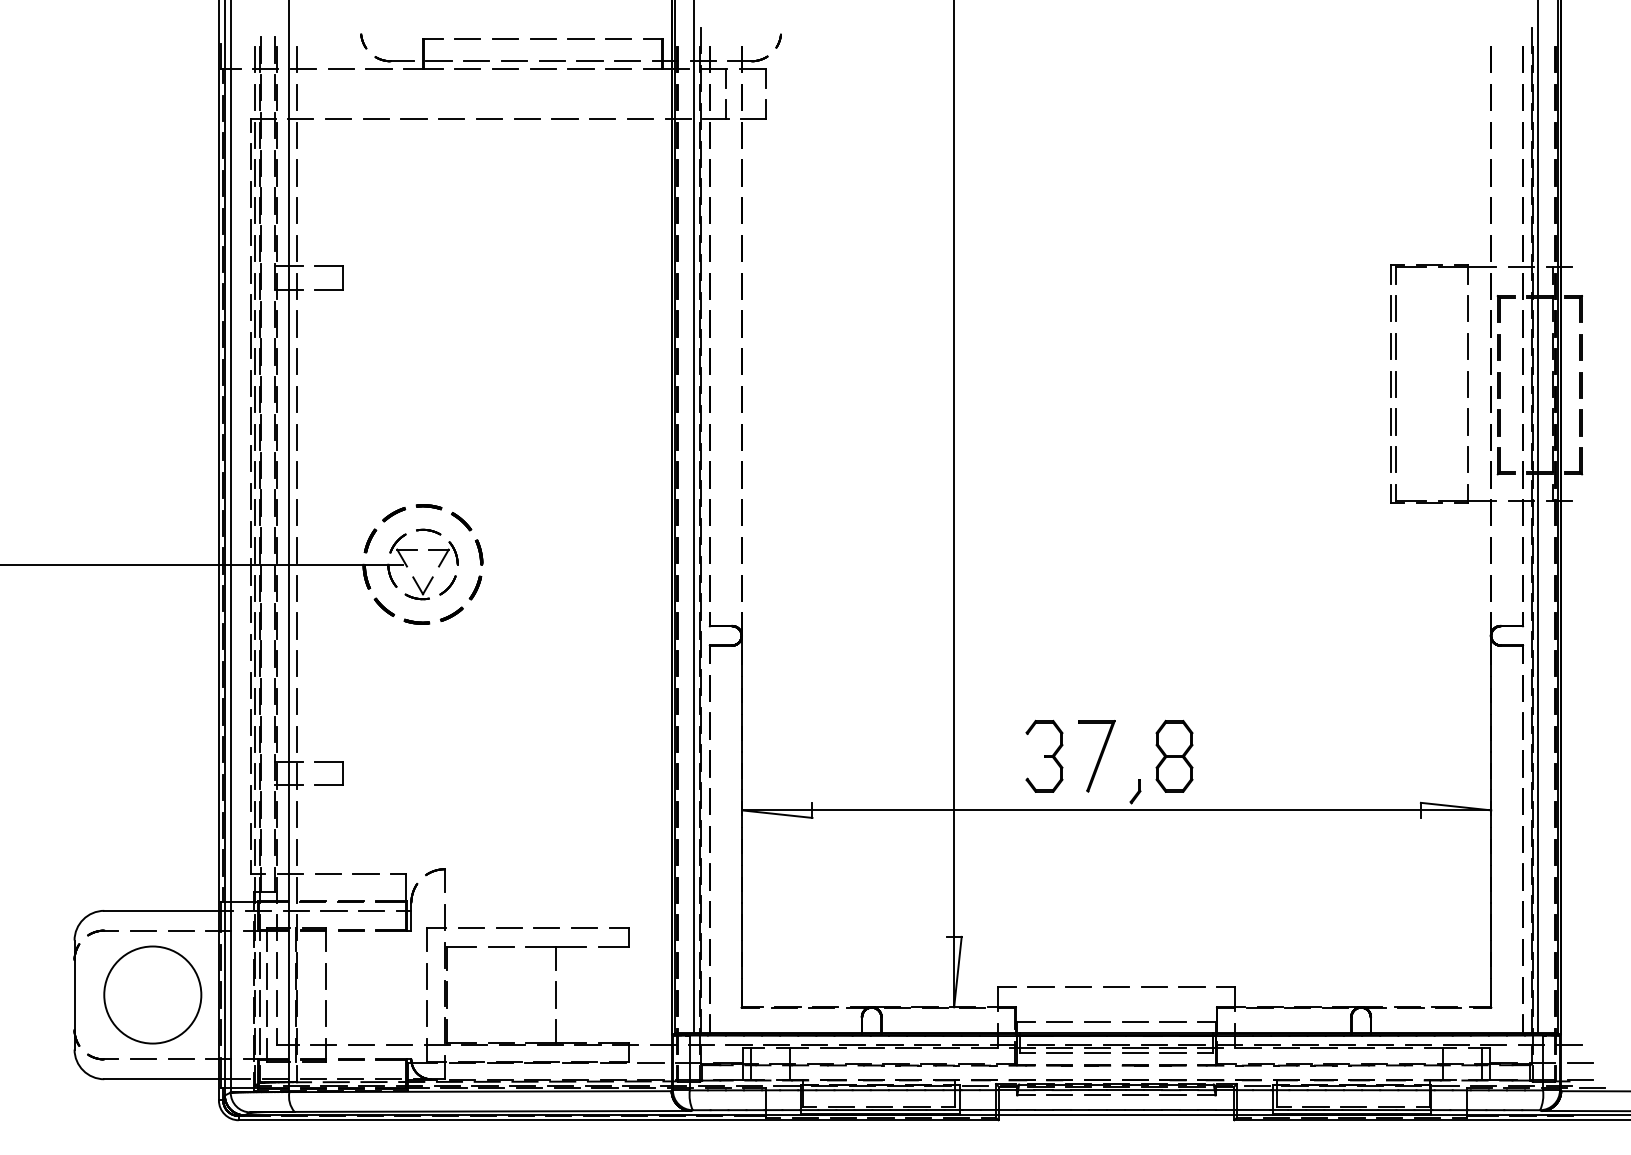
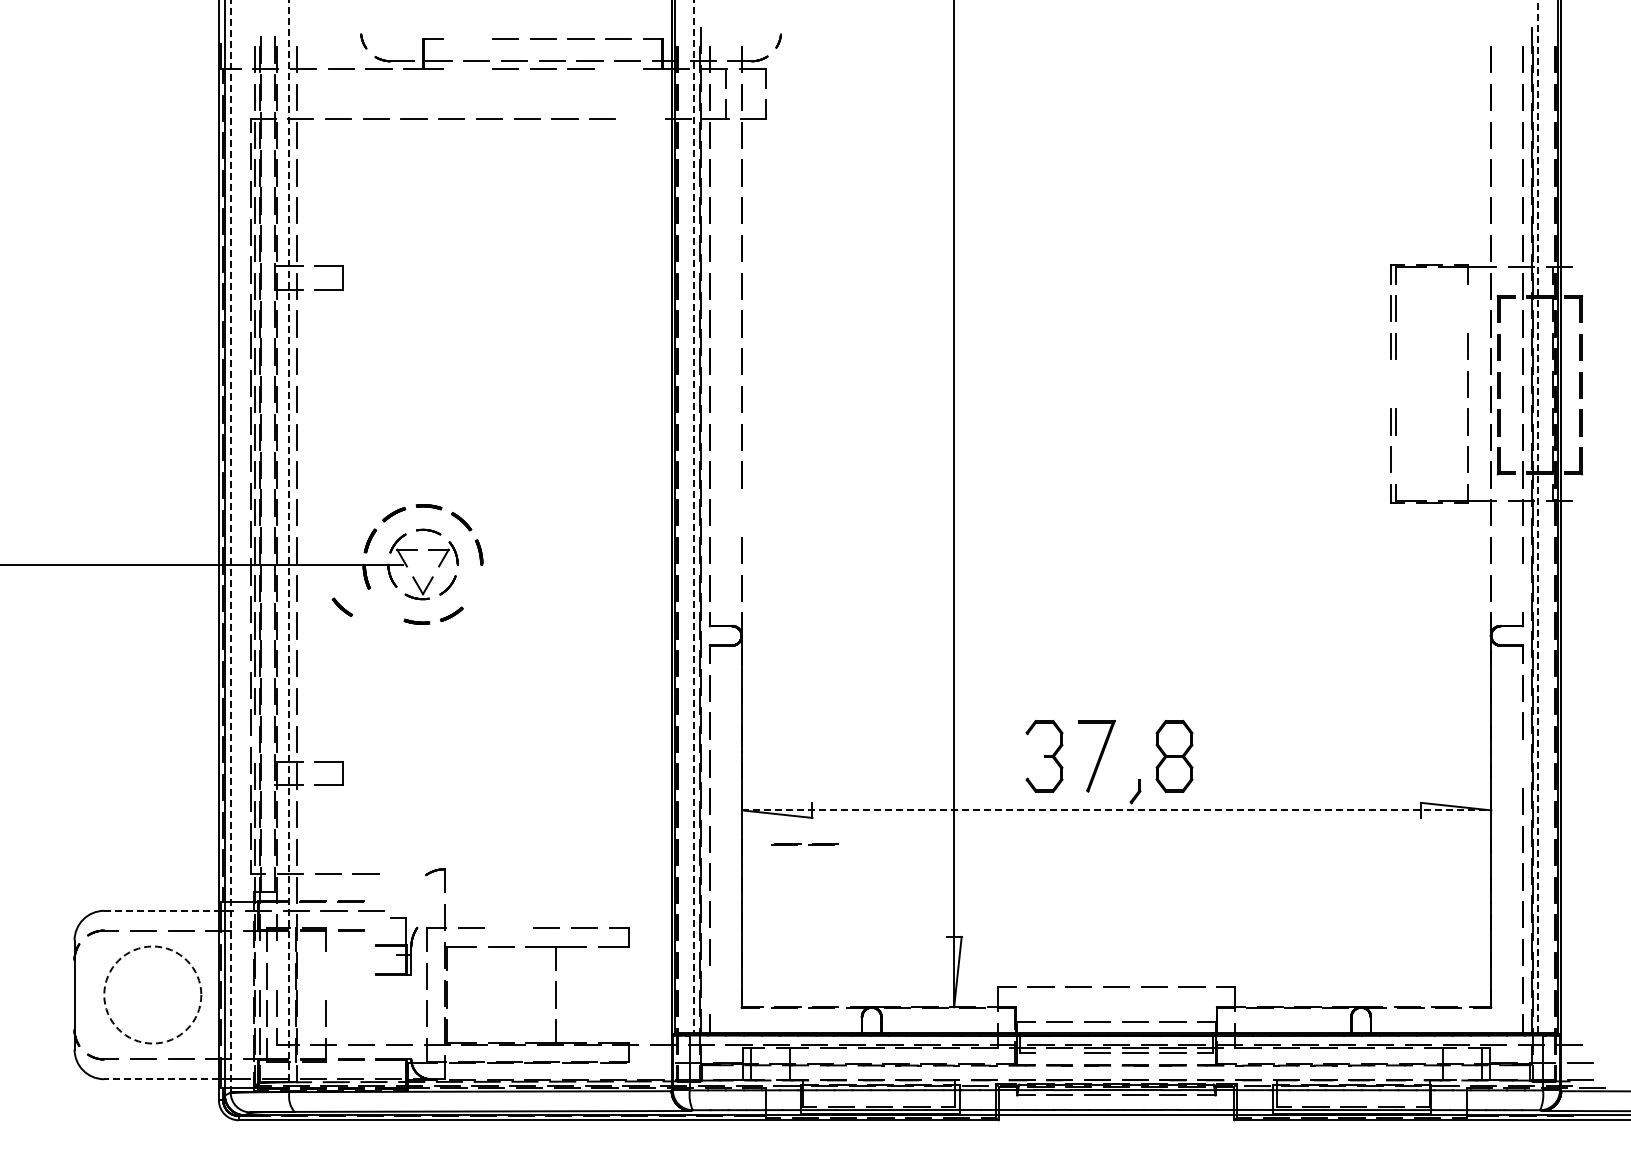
line at (467, 38): present -> none
line at (467, 69): present -> none
line at (618, 69): present -> none
line at (640, 118): present -> none
line at (1467, 308): present -> none
part at (1393, 384): present -> none
line at (1396, 459): present -> none
line at (741, 512): present -> none
line at (1538, 516): solid -> dashed
line at (694, 517): solid -> dashed
line at (230, 546): solid -> dashed
line at (289, 546): solid -> dashed
part at (475, 587): present -> none
line at (1522, 588): present -> none
part at (384, 606) position: (384, 606) -> (342, 606)
line at (254, 738): present -> none
line at (1522, 763): present -> none
line at (1116, 810): solid -> dashed
line at (801, 844): none -> present
part at (396, 902) position: (396, 902) -> (396, 946)
line at (162, 910): solid -> dashed
line at (509, 927): present -> none
line at (260, 965): present -> none
line at (276, 965): present -> none
line at (325, 976): present -> none
line at (709, 990): present -> none
circle at (152, 994): solid -> dashed
line at (1059, 1052): present -> none
line at (650, 1062): present -> none
line at (161, 1079): solid -> dashed
